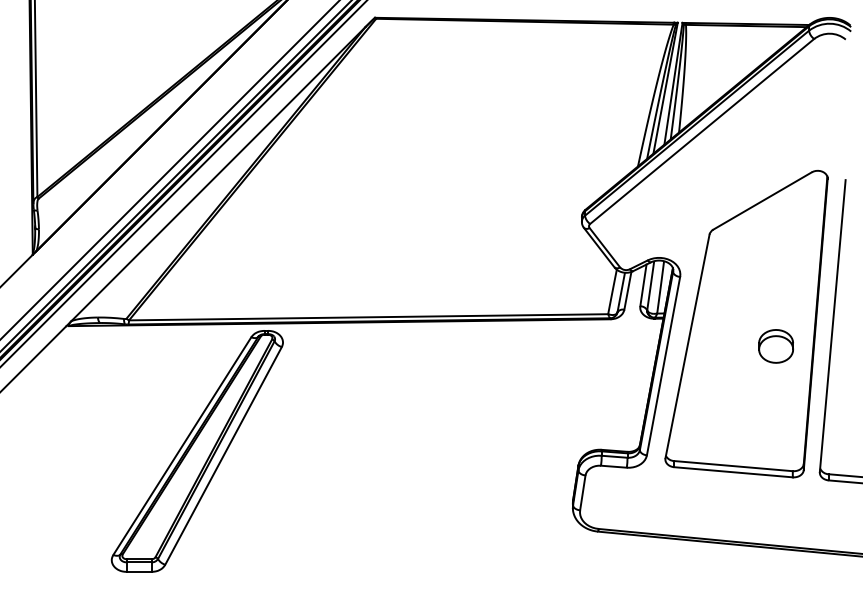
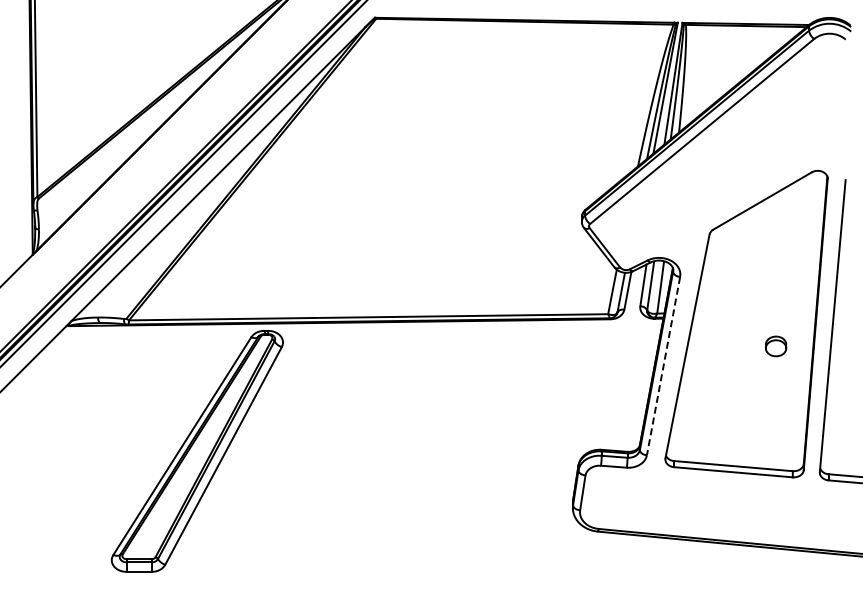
line at (169, 169): present -> none
part at (775, 346) size: 36x35 px -> 23x23 px
line at (663, 366): solid -> dashed
